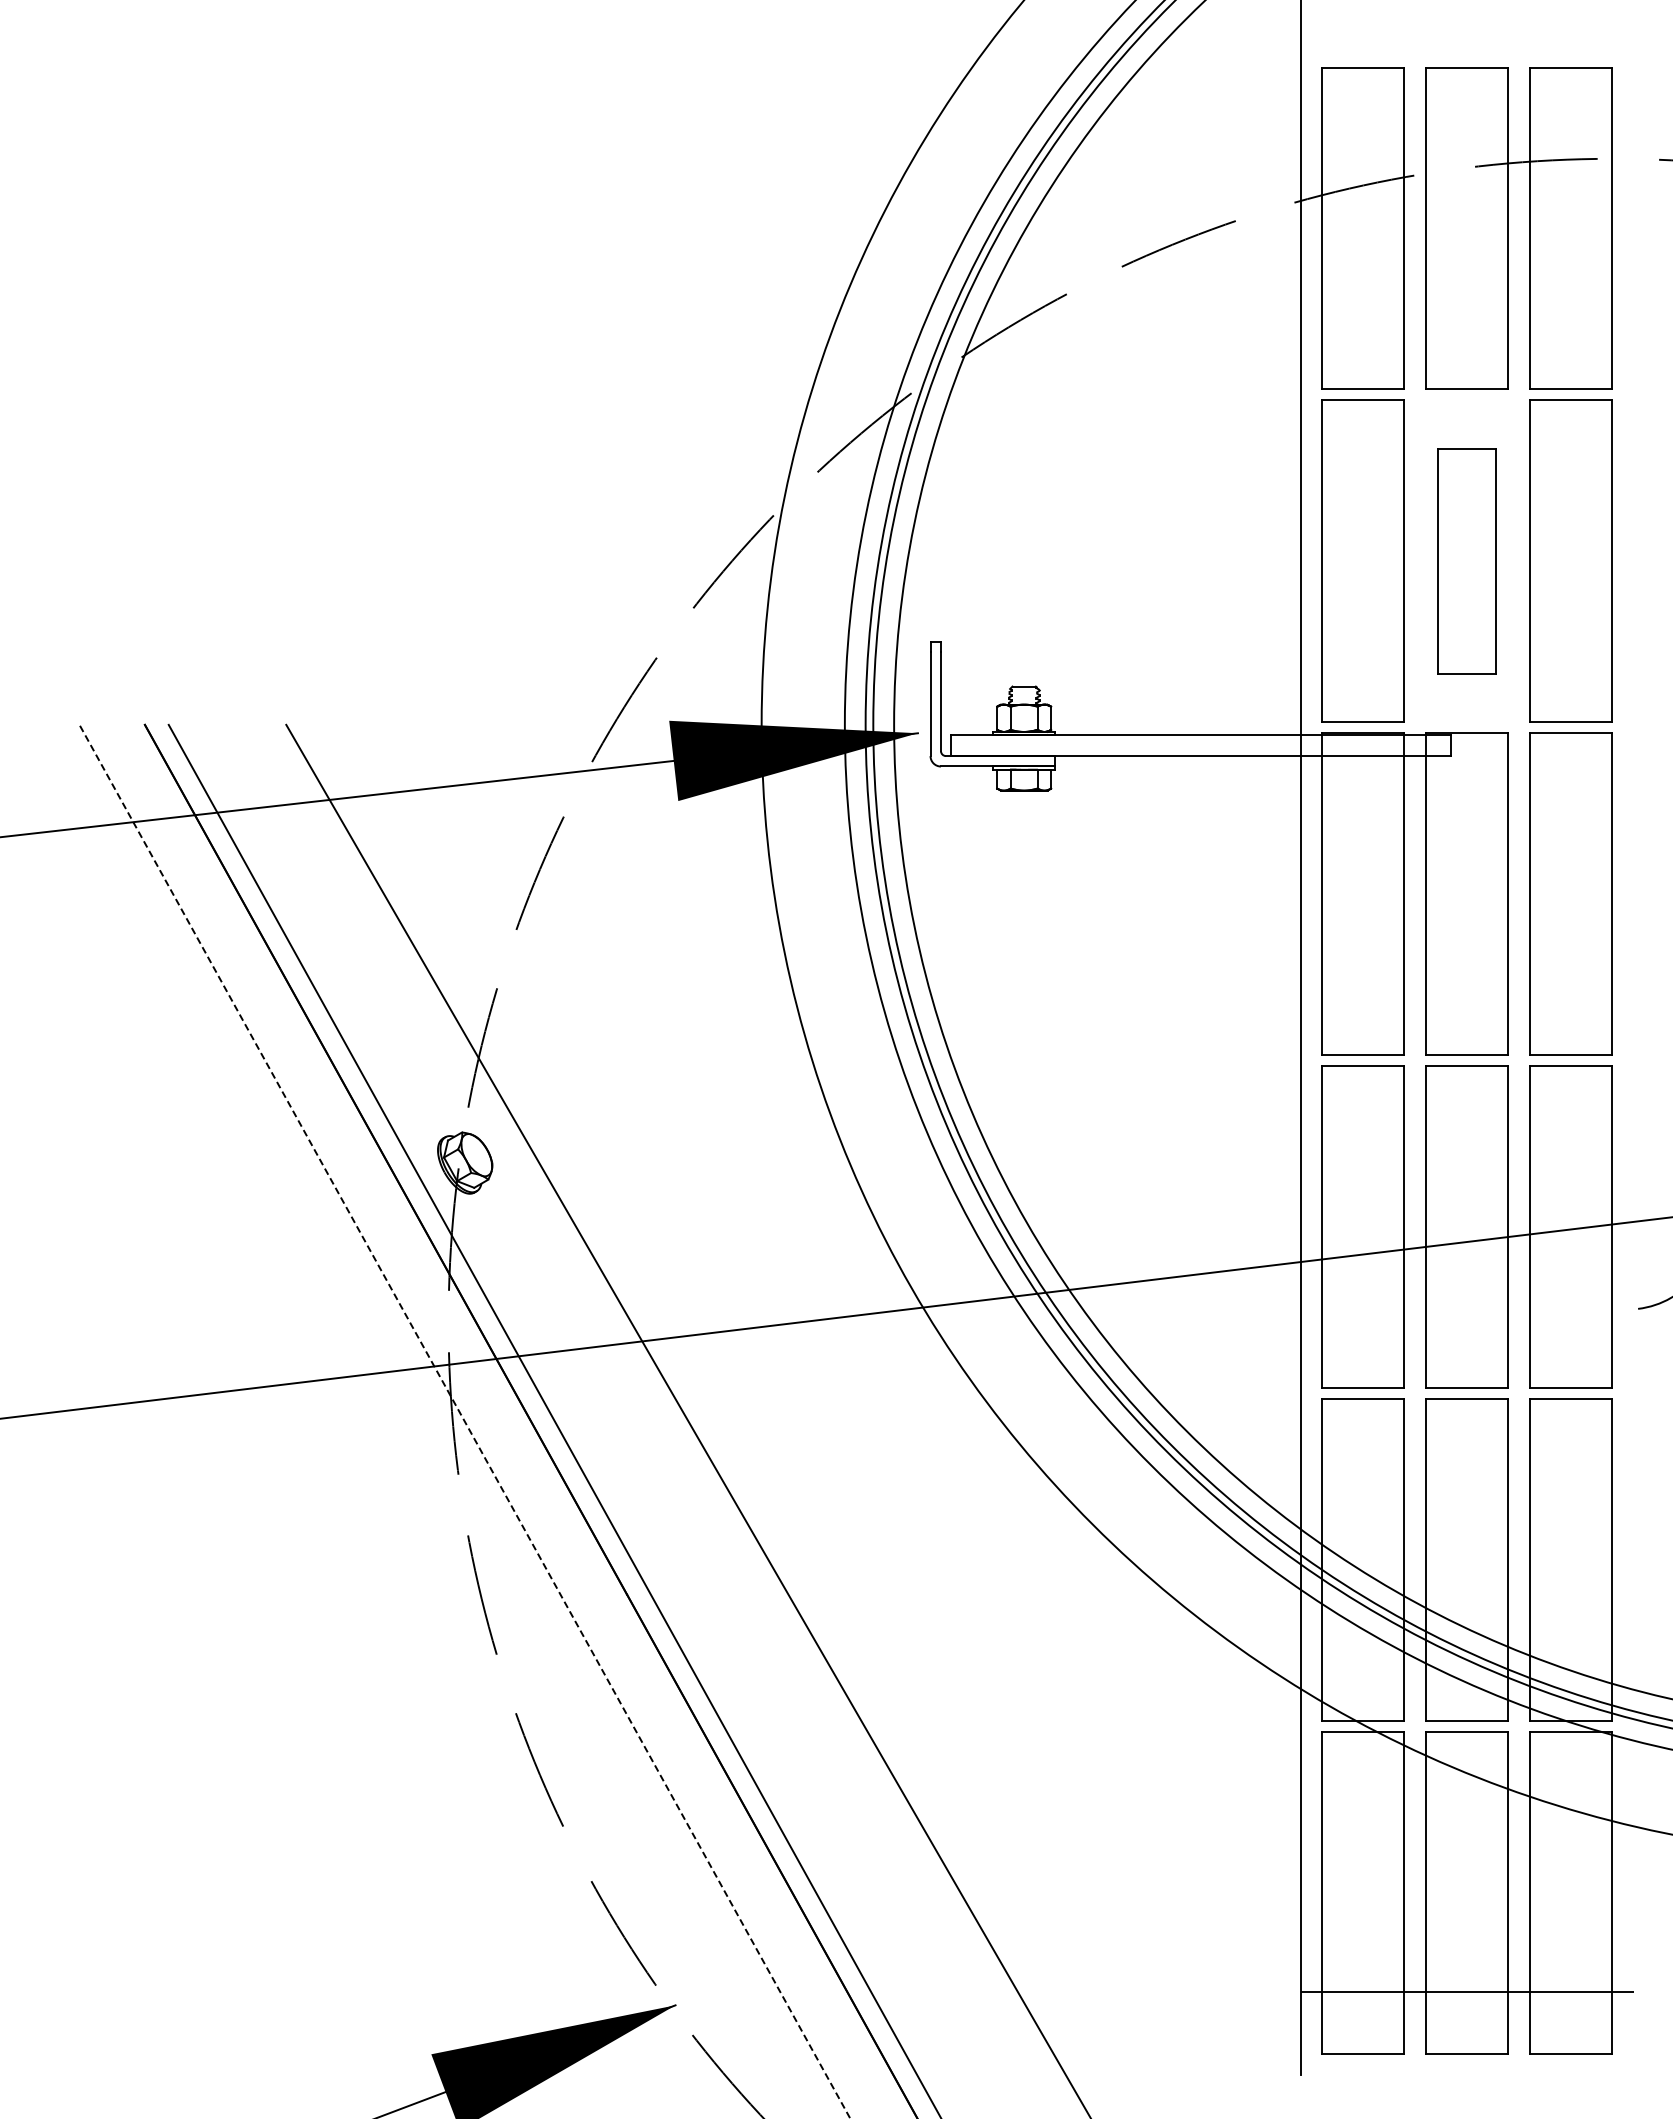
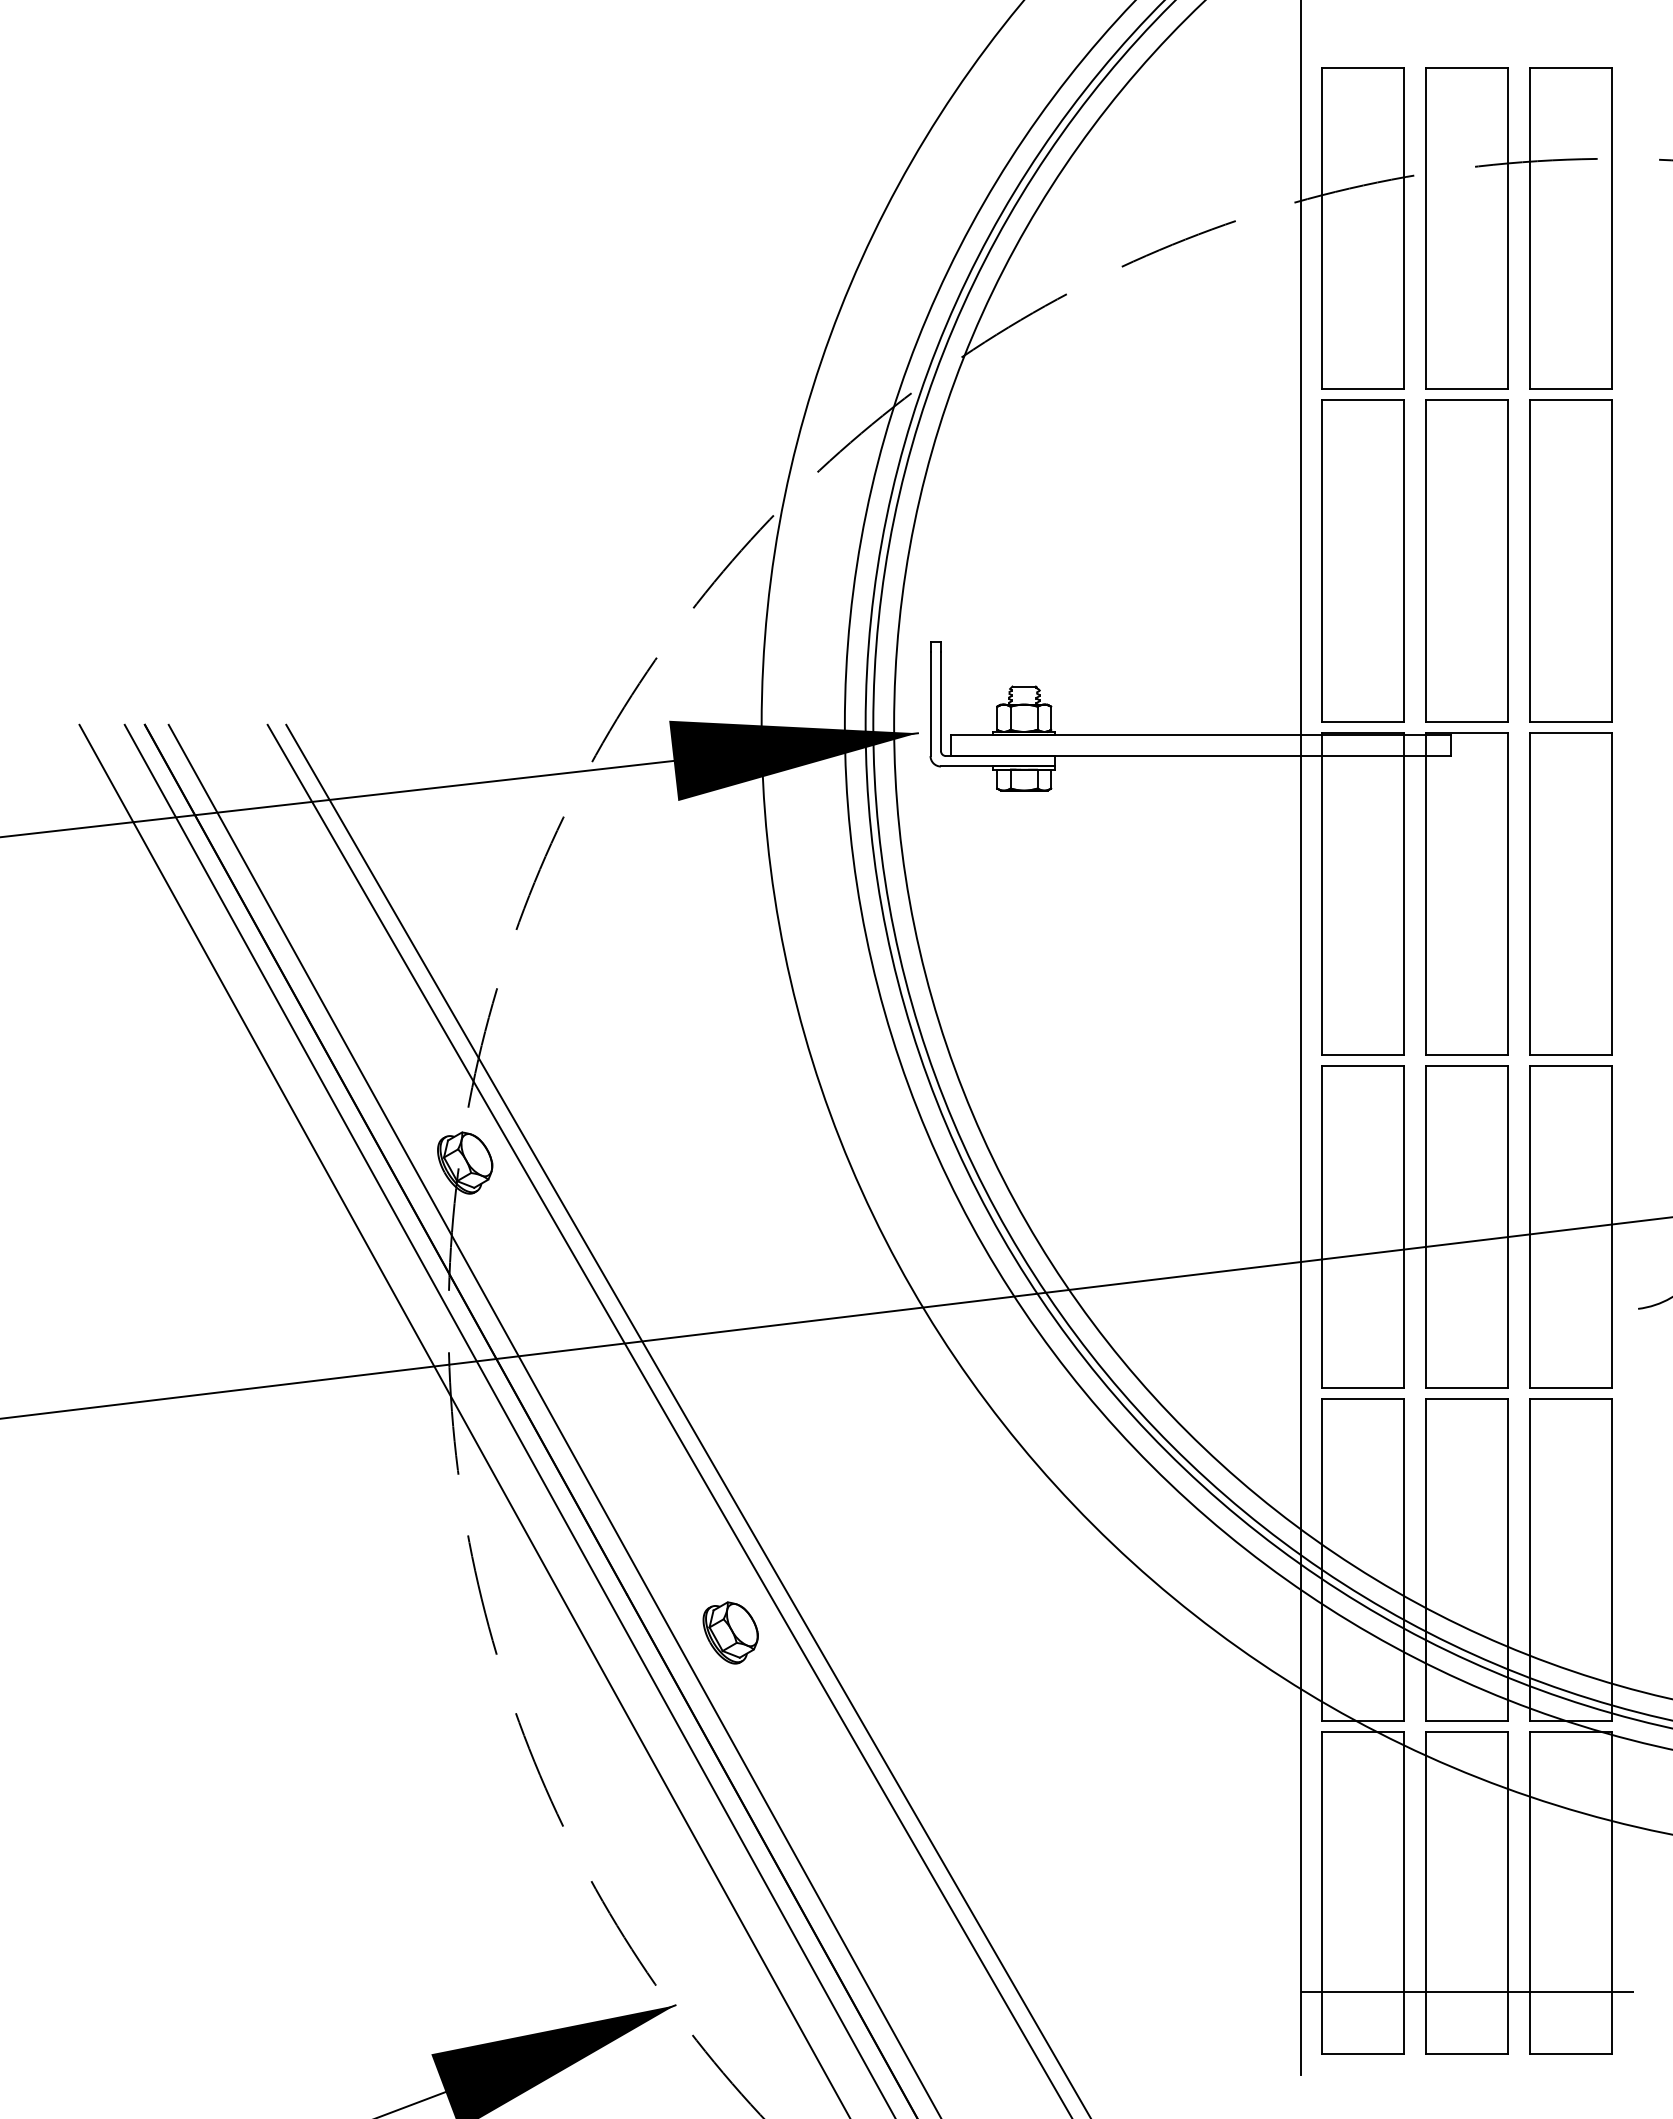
part at (1466, 561) size: 60x227 px -> 84x324 px
line at (508, 1419): none -> present
line at (668, 1419): none -> present
line at (464, 1421): dashed -> solid
part at (730, 1632): none -> present
